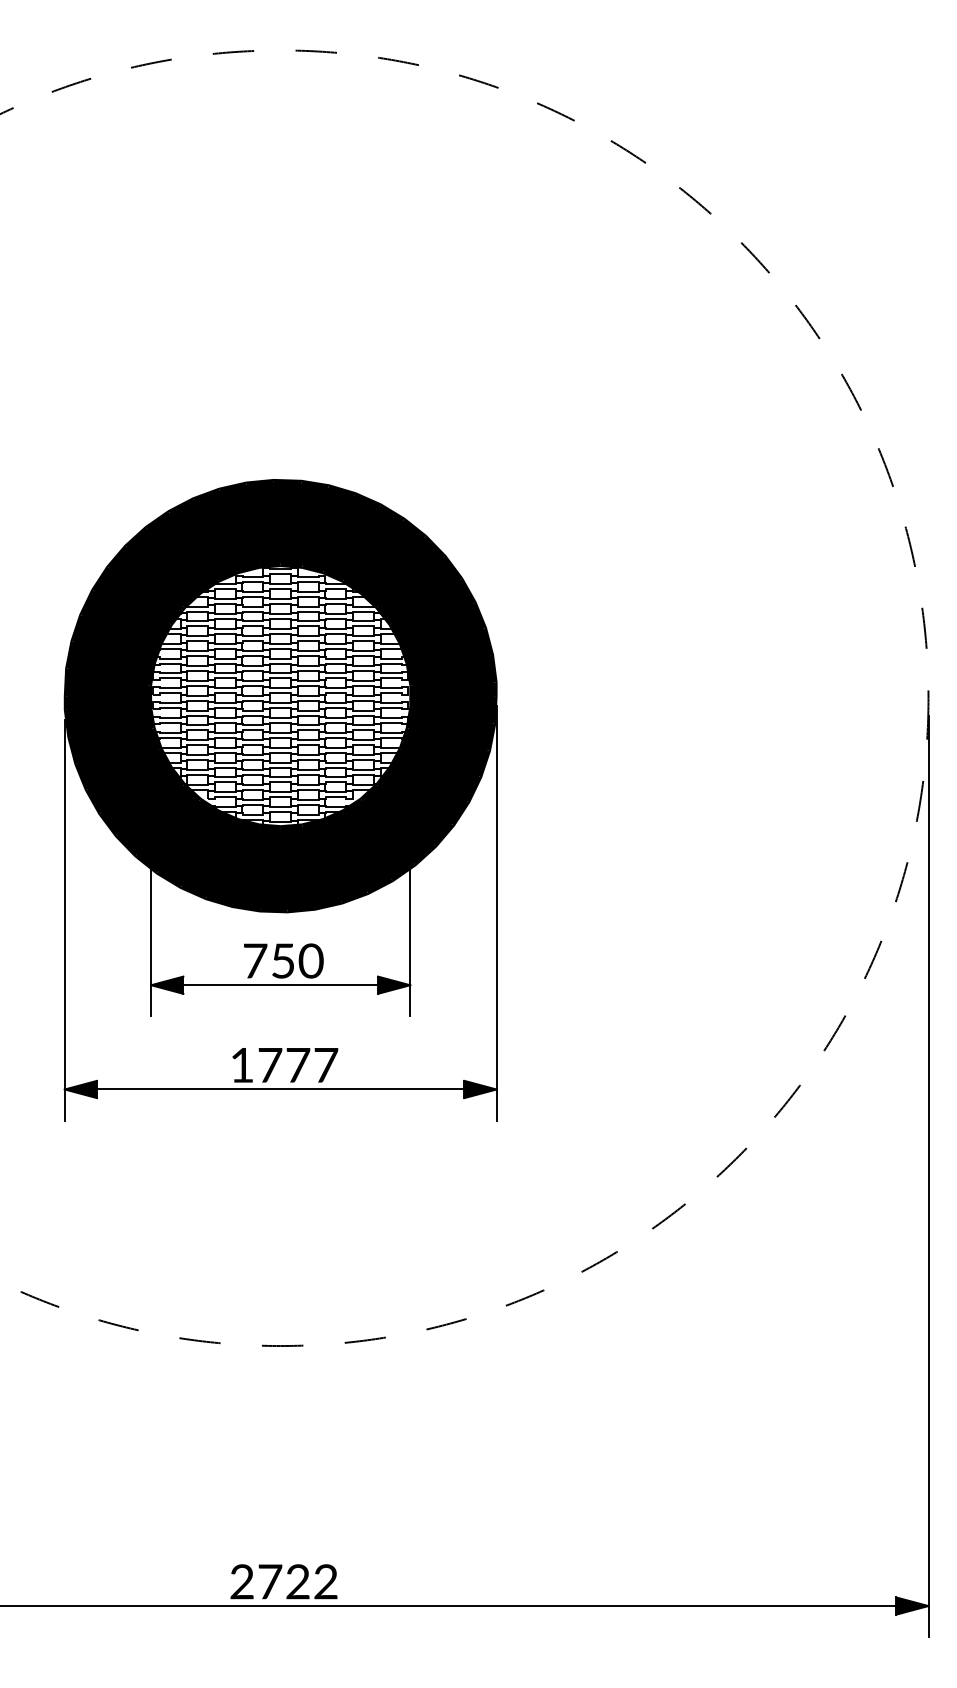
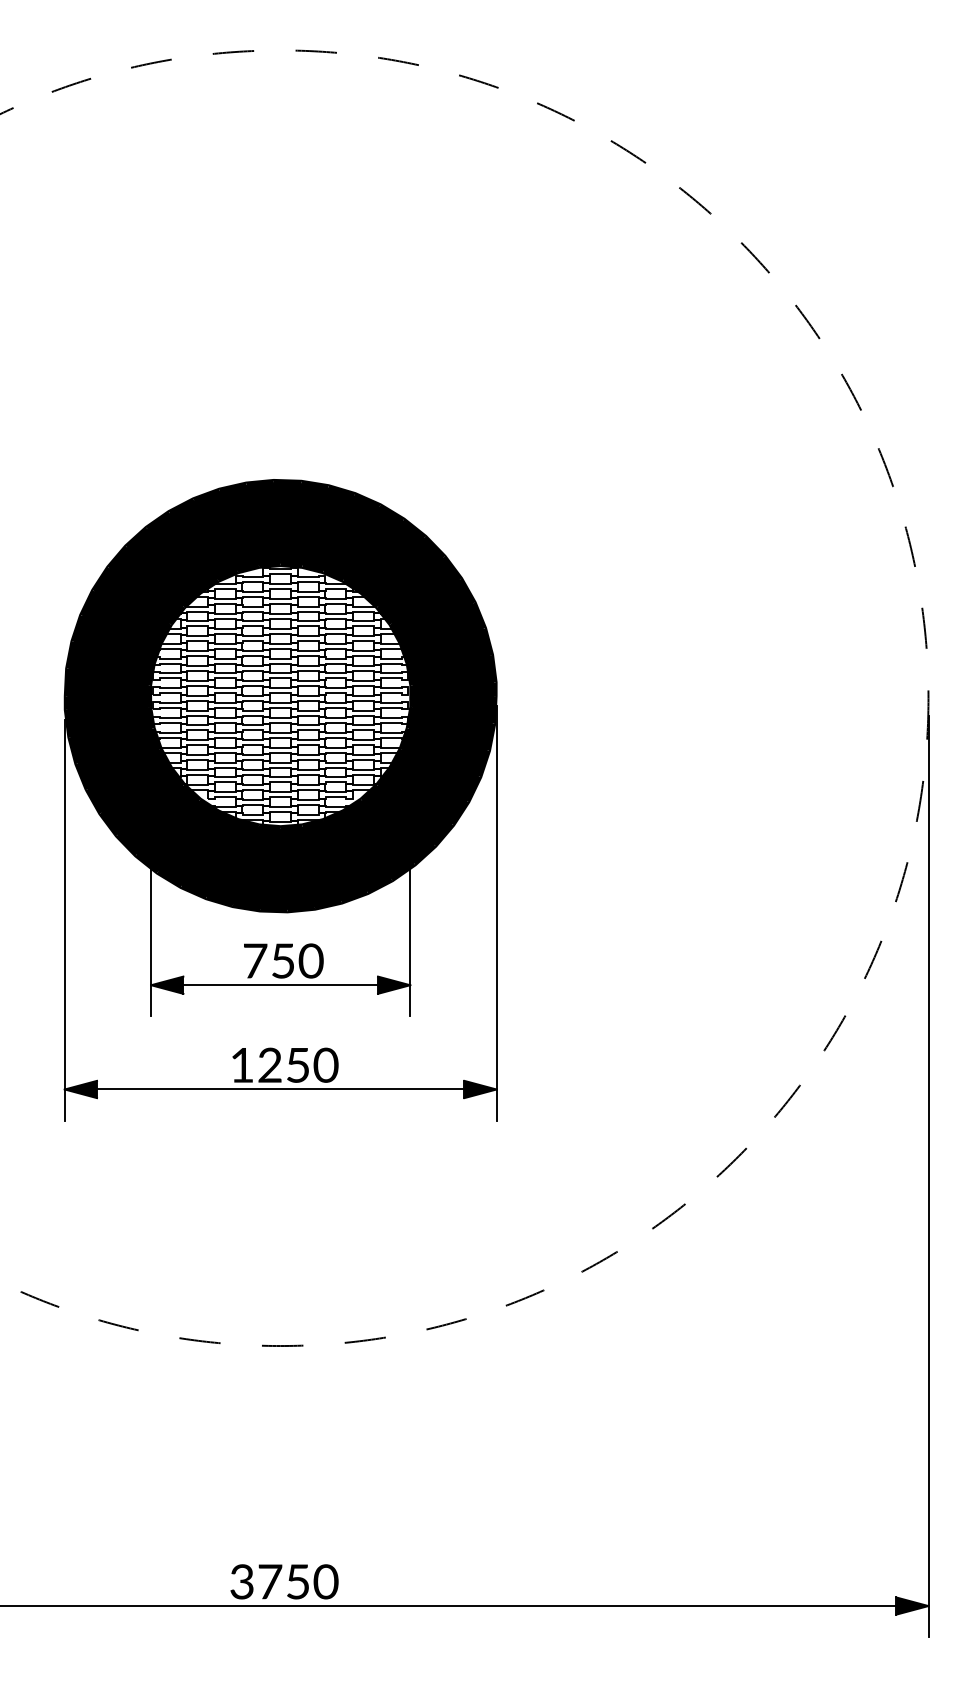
text at (298, 1064): 1777 -> 1250
text at (284, 1581): 2722 -> 3750
